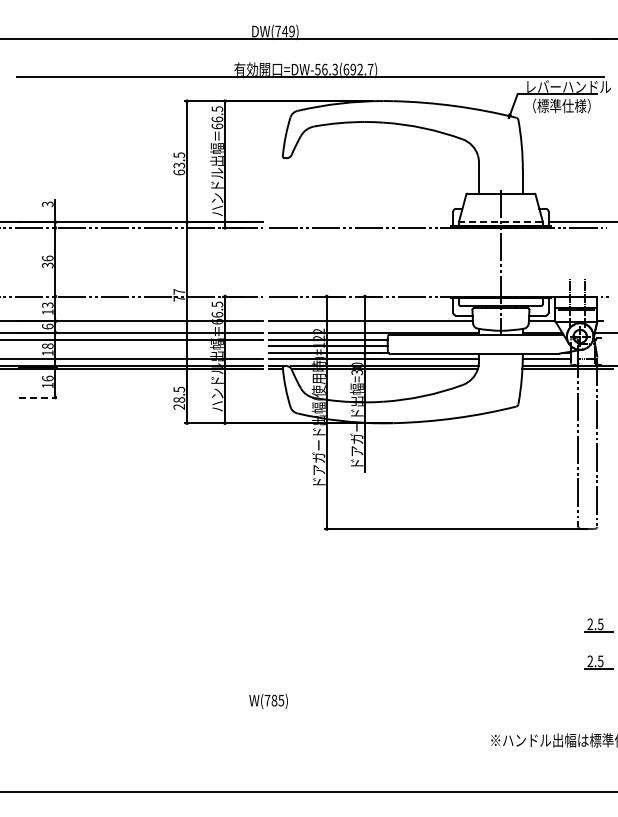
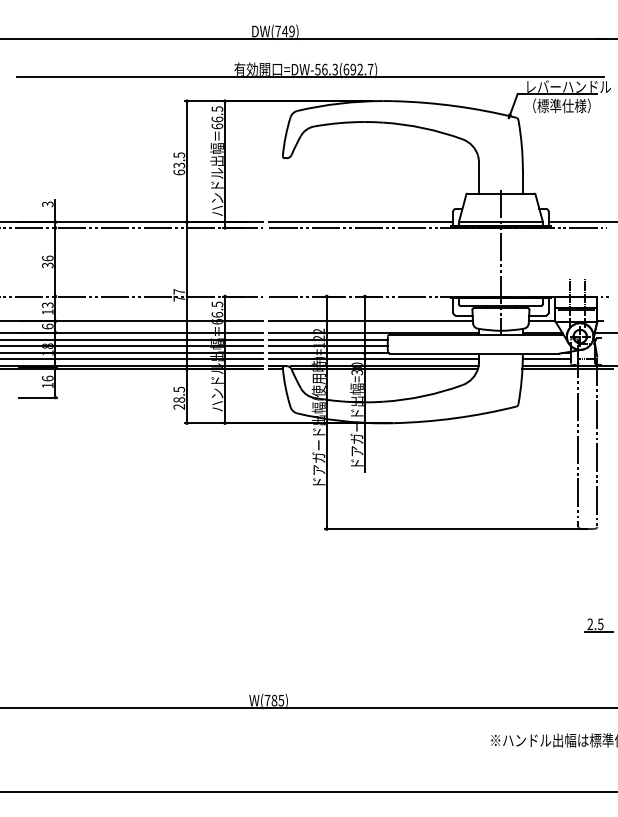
line at (500, 221): dashed -> solid
line at (360, 222): none -> present
line at (132, 345): none -> present
line at (132, 353): none -> present
line at (38, 397): dashed -> solid
part at (598, 662): present -> none
line at (308, 708): none -> present
